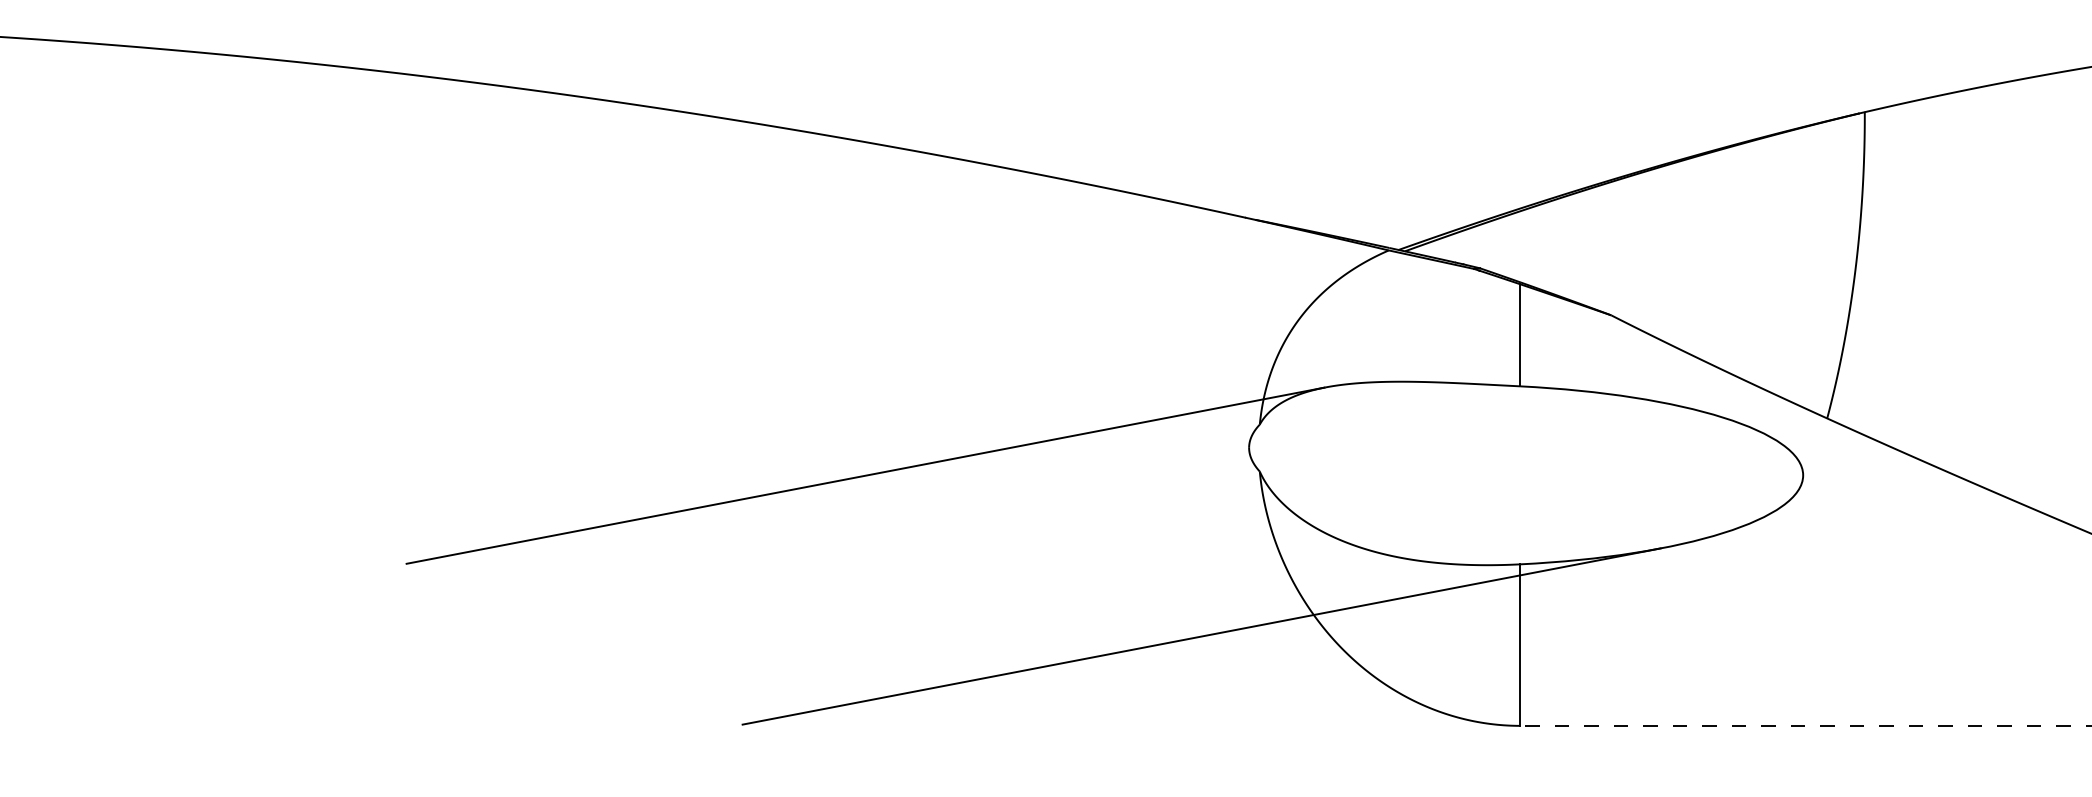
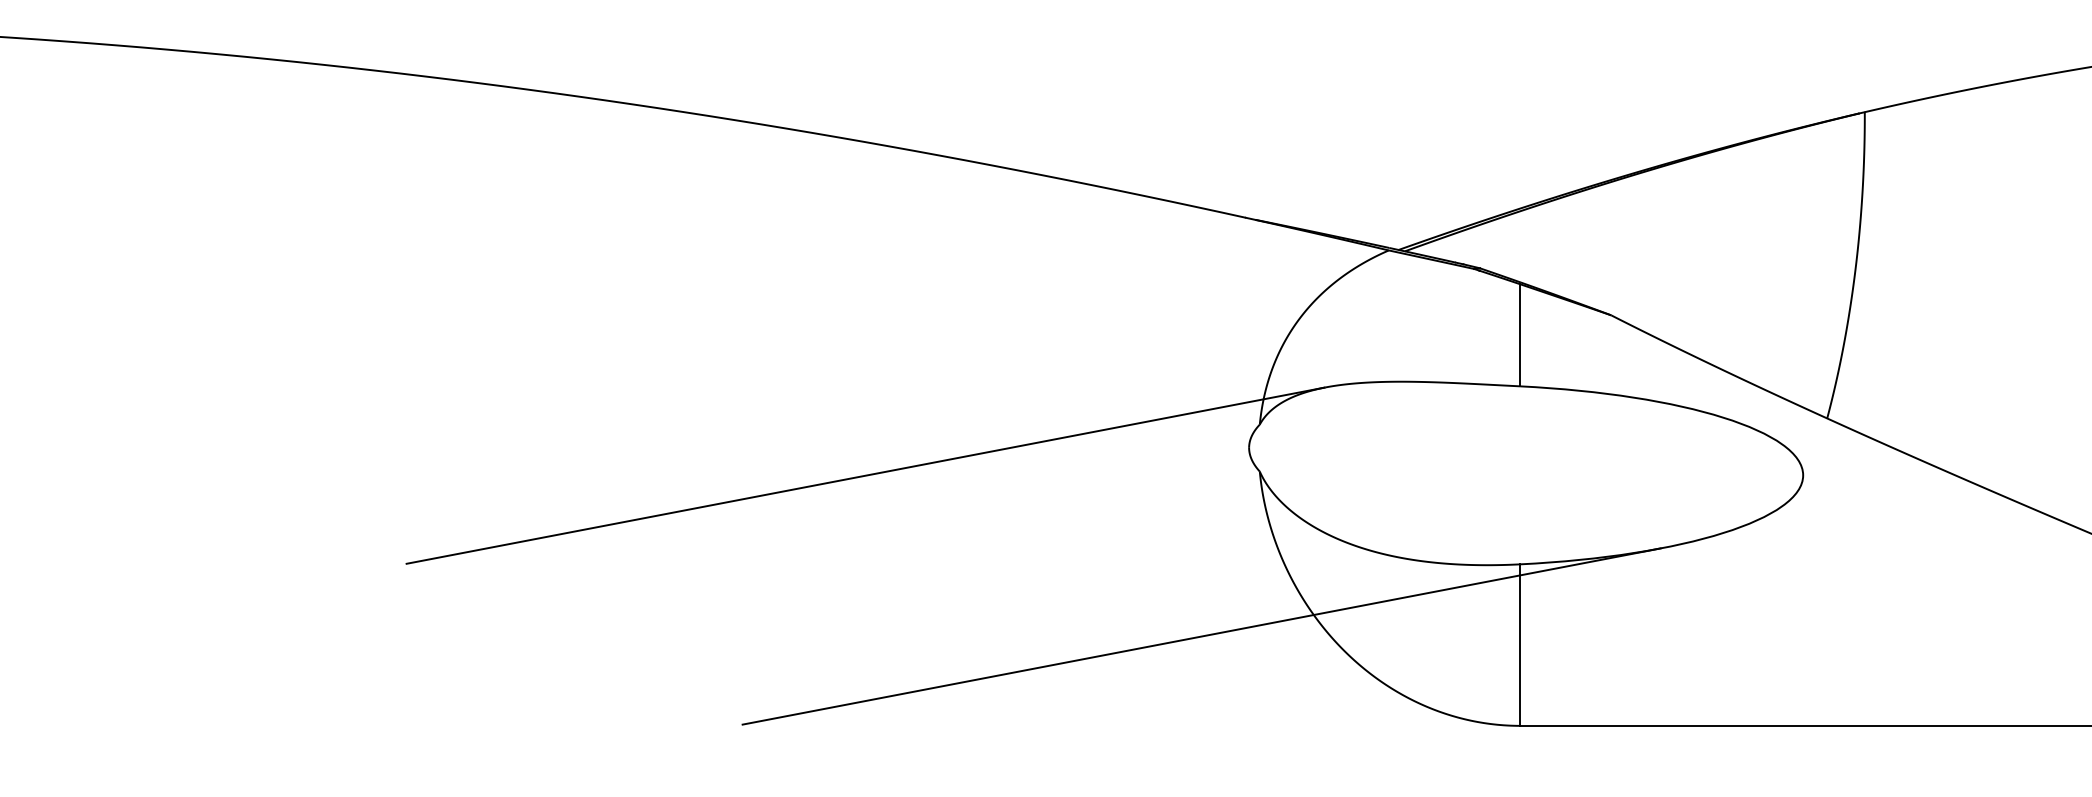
line at (1806, 725): dashed -> solid
